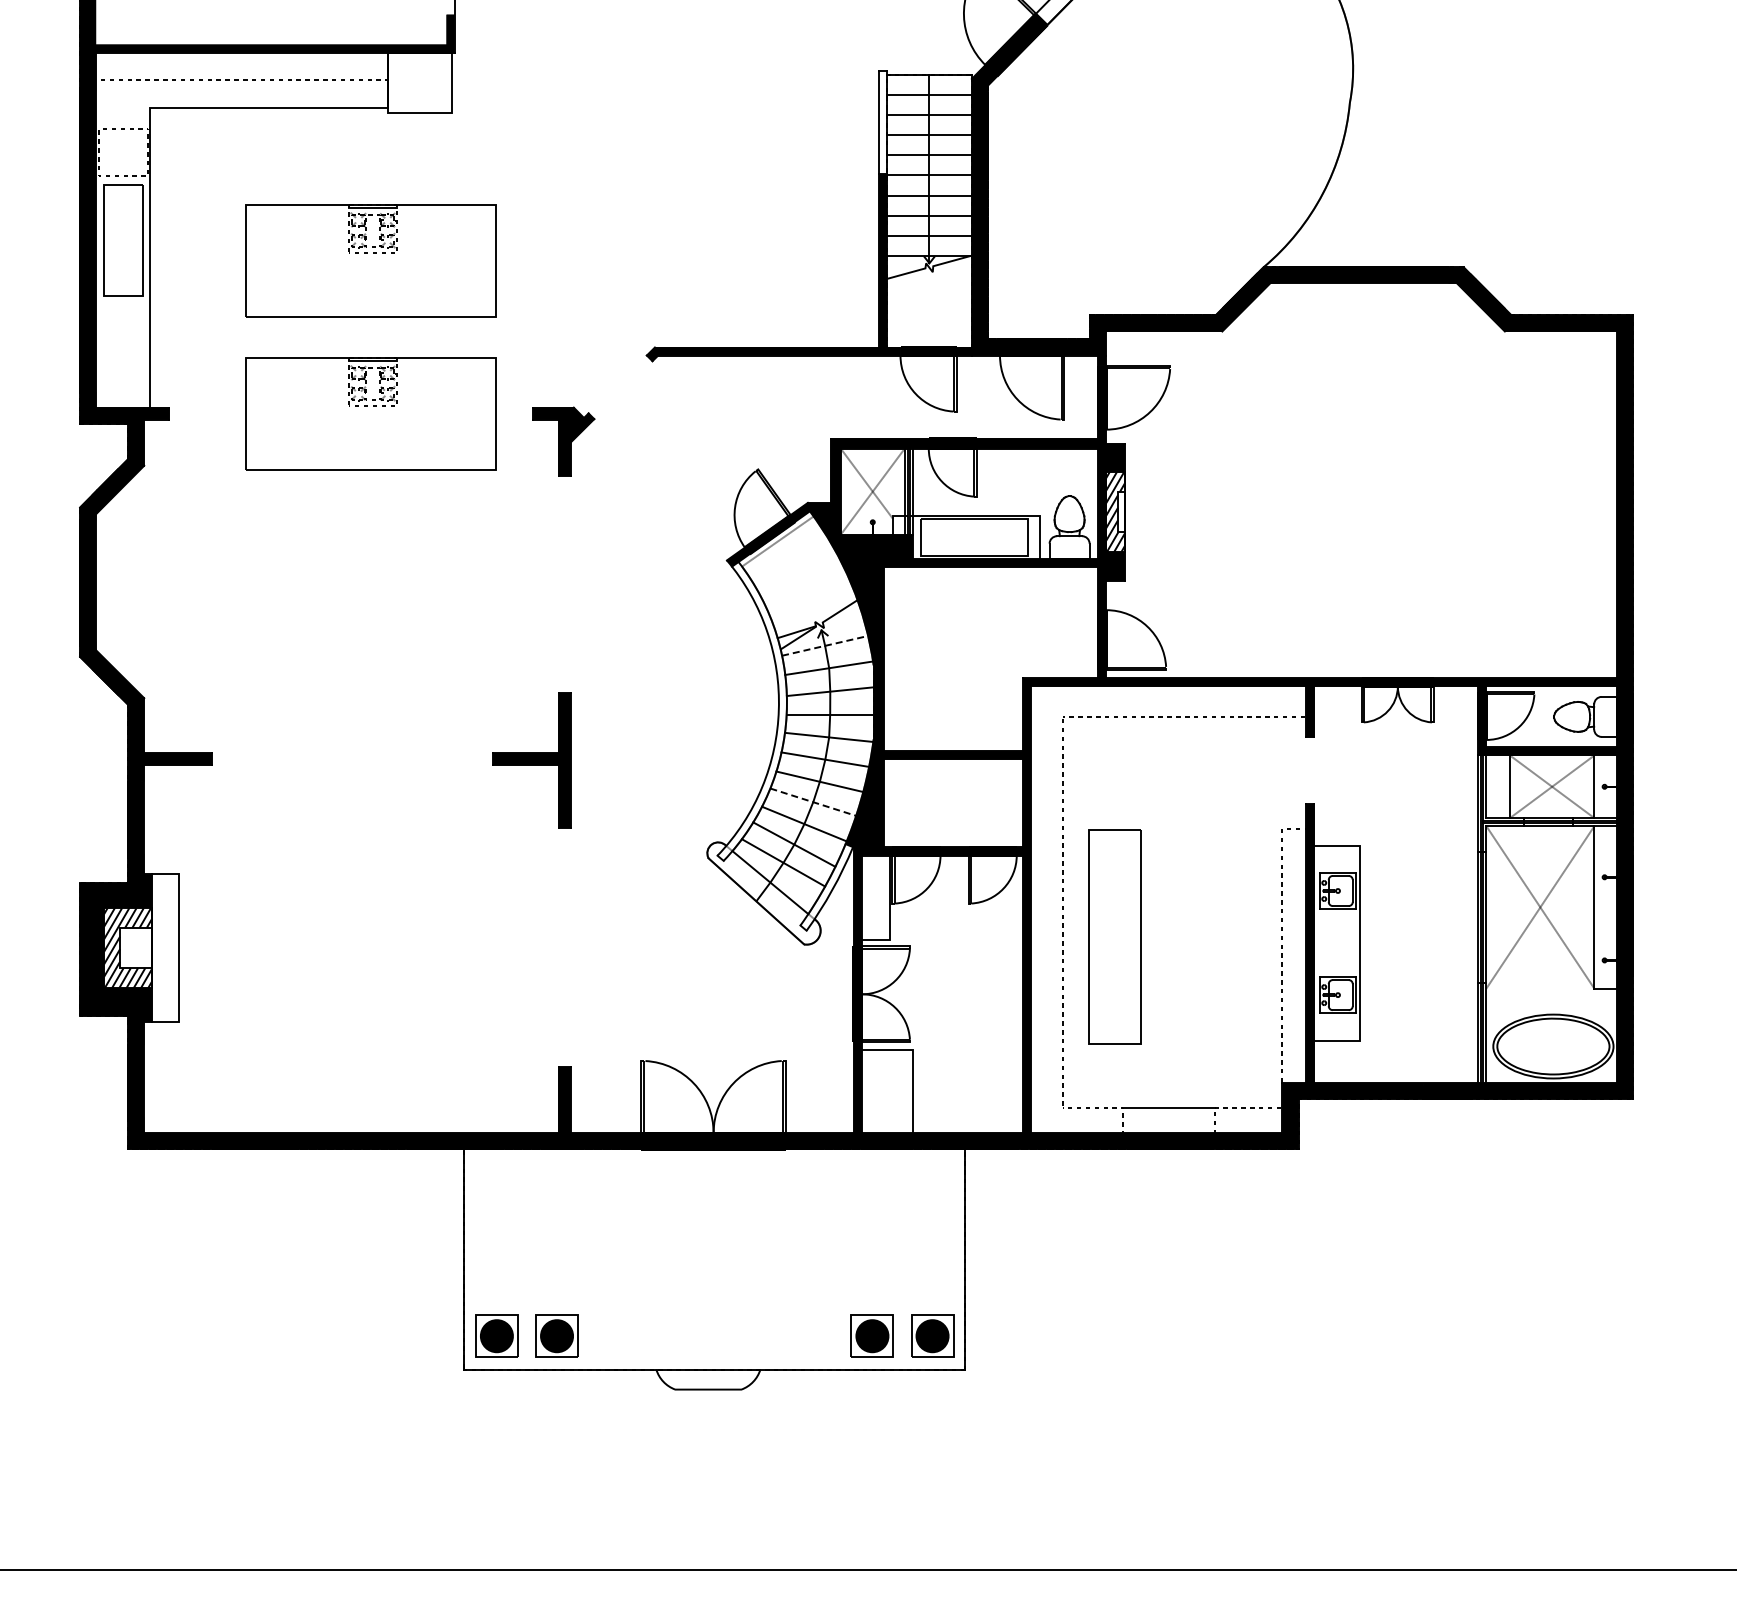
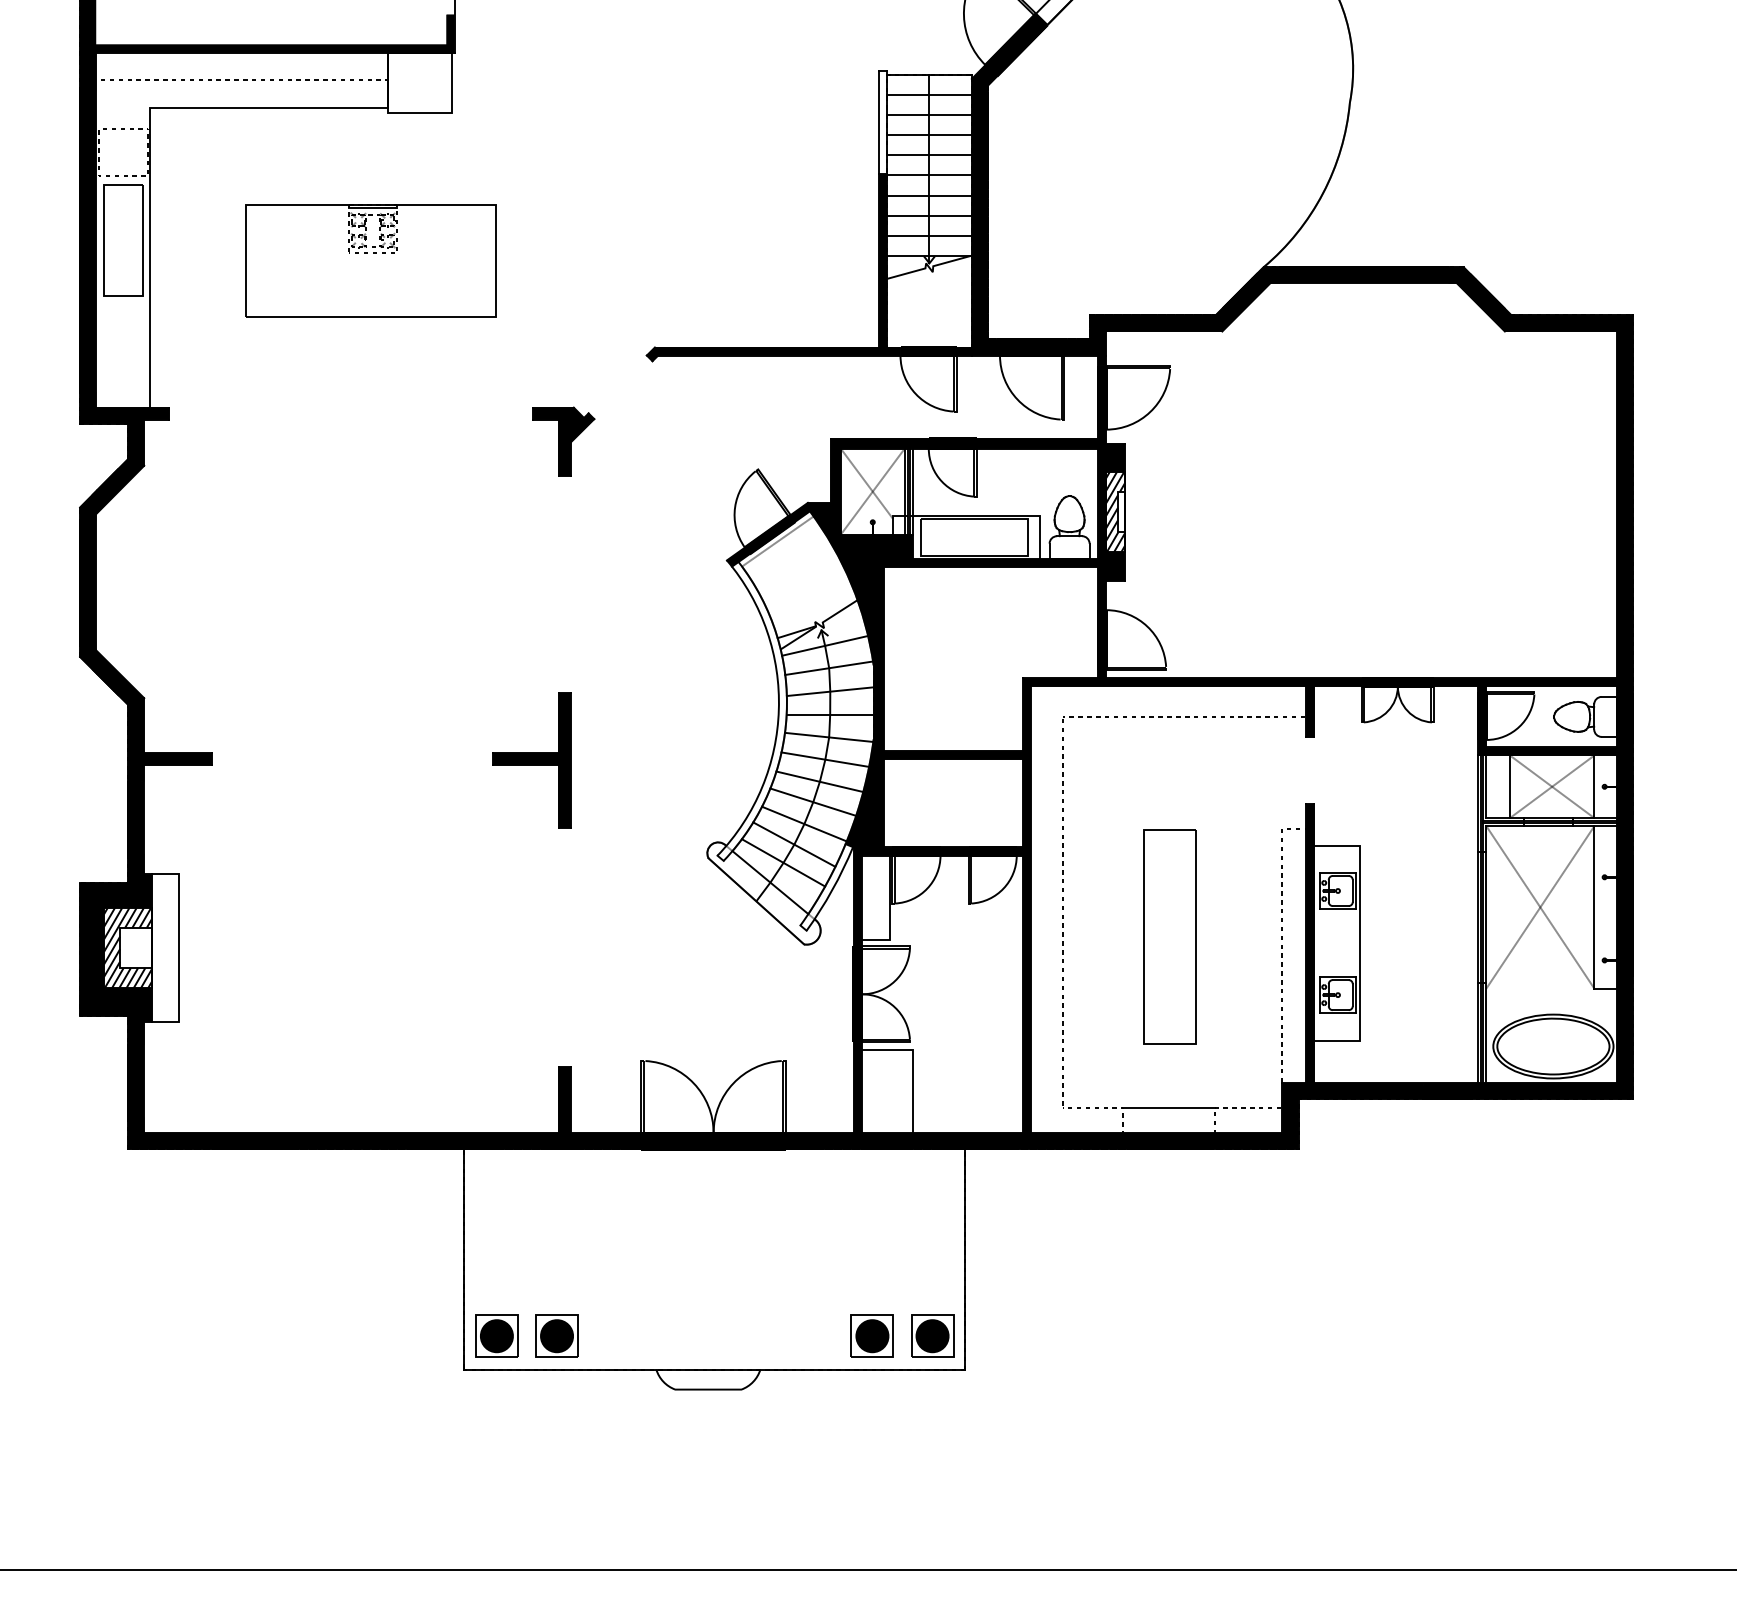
part at (370, 413): present -> none
line at (825, 645): dashed -> solid
line at (813, 802): dashed -> solid
part at (1114, 936) position: (1114, 936) -> (1169, 936)
